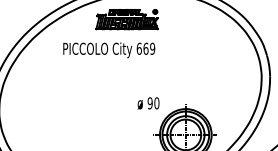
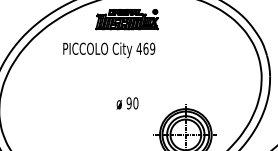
text at (138, 48): 669 -> 469
text at (148, 103) position: (148, 103) -> (127, 103)
